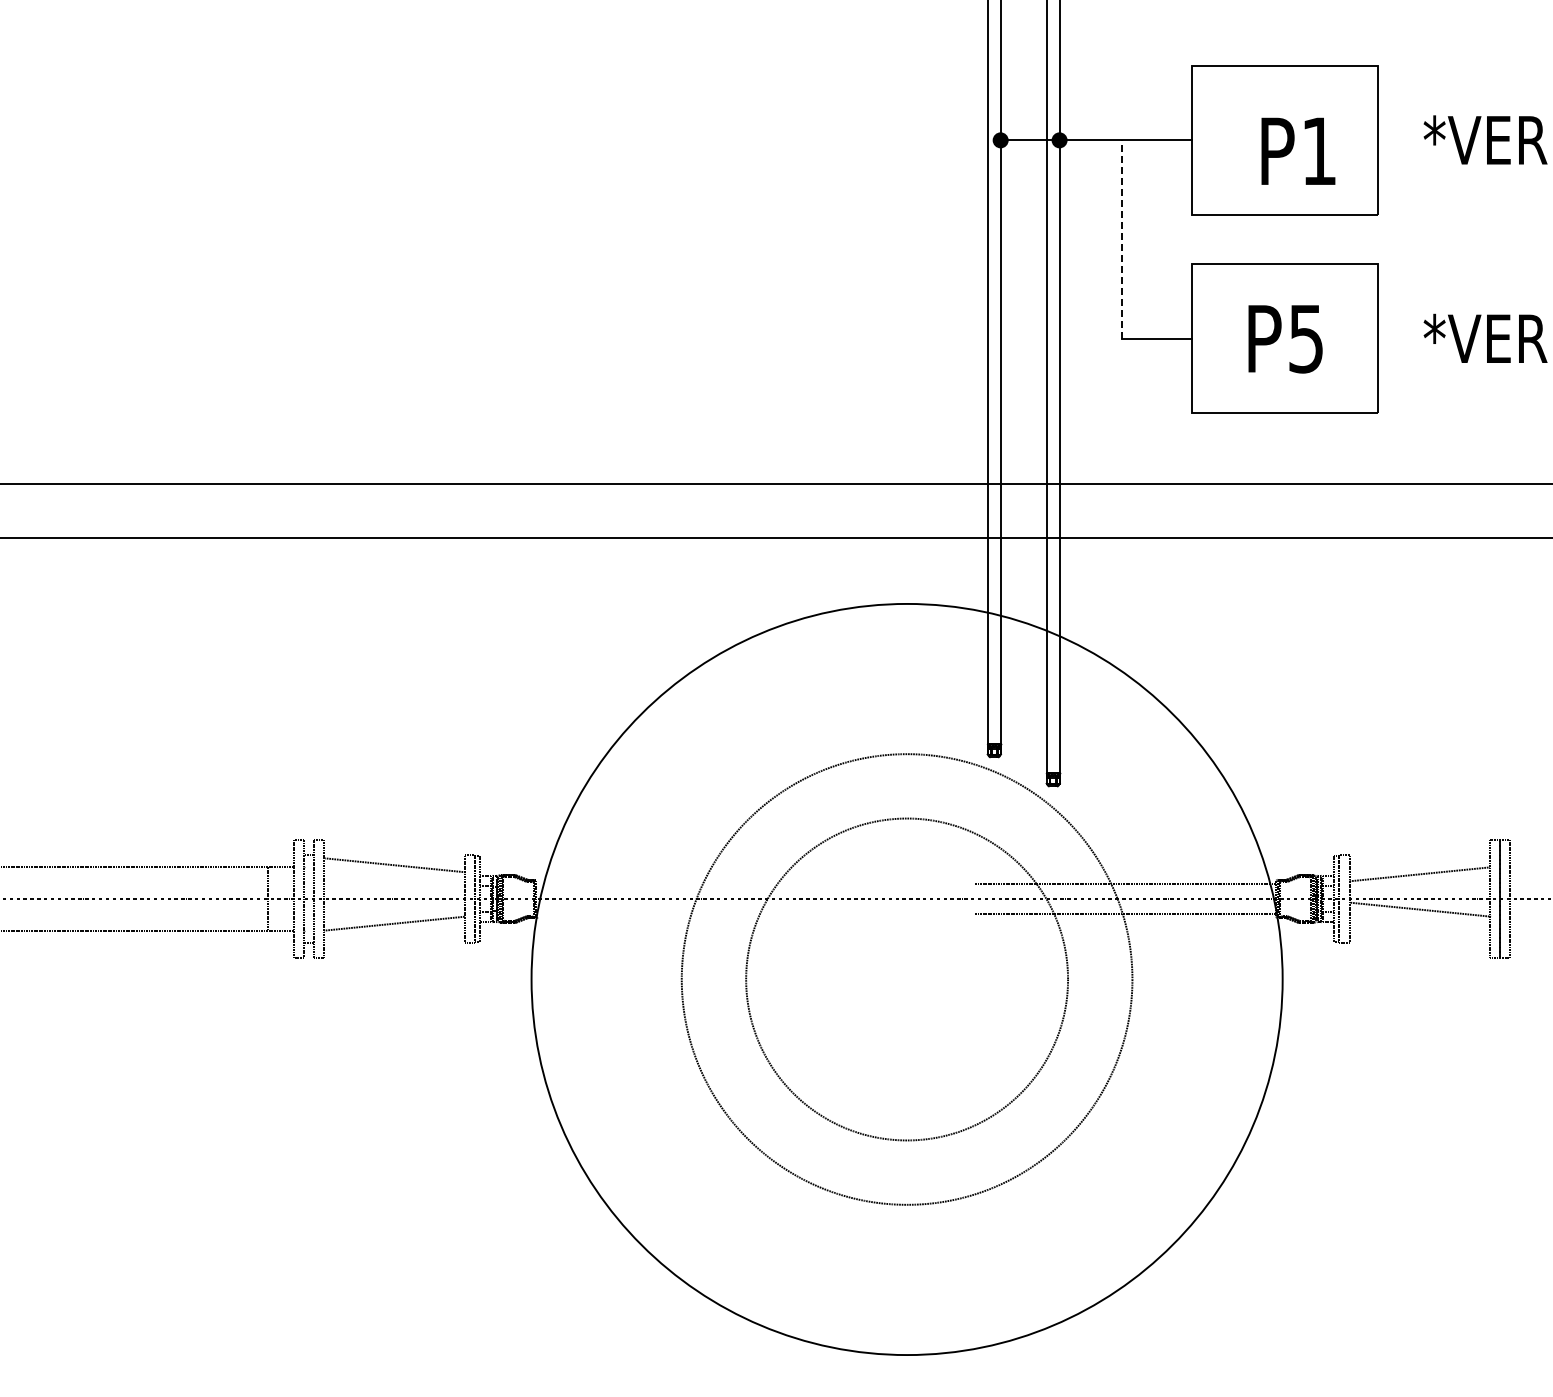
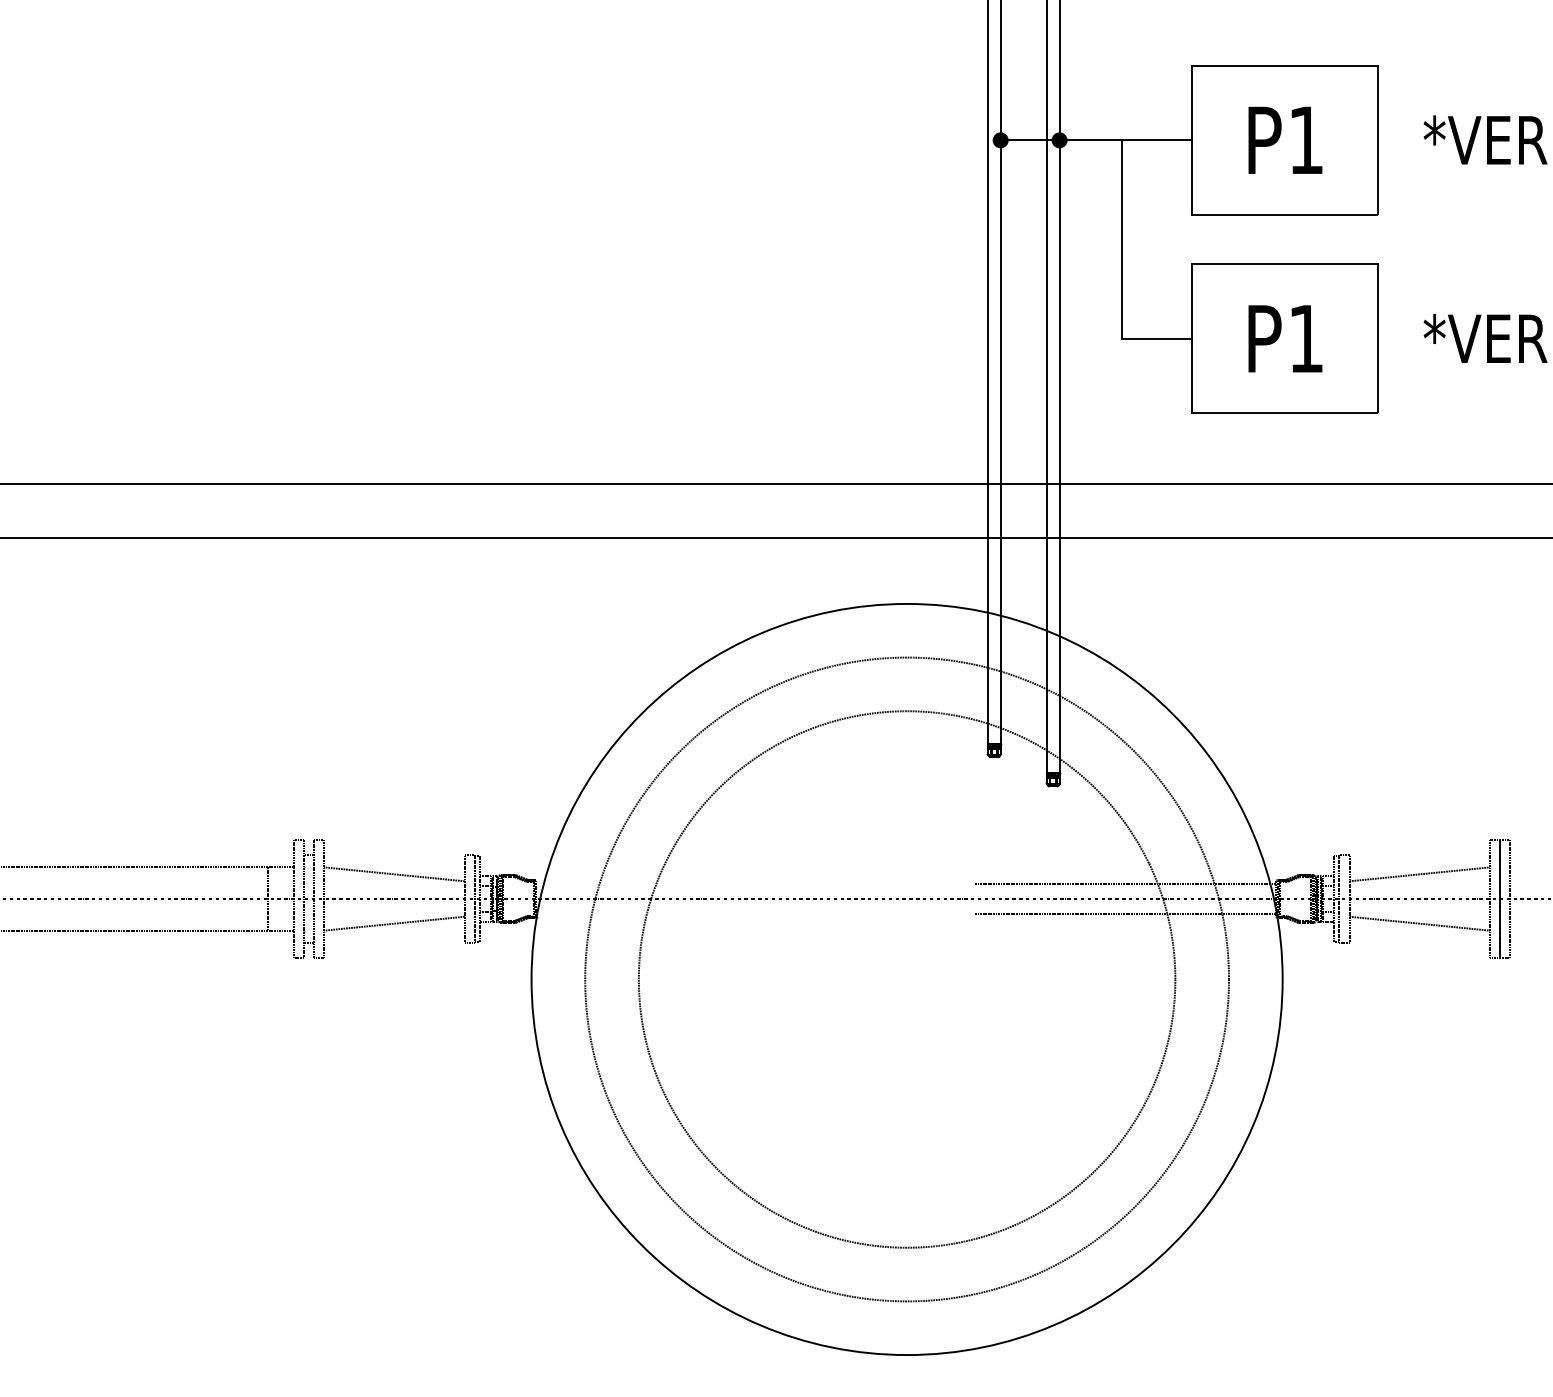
text at (1298, 150) position: (1298, 150) -> (1285, 139)
line at (1122, 239): dashed -> solid
text at (1305, 339): P5 -> P1
line at (395, 865) position: (395, 865) -> (394, 874)
line at (1420, 909) position: (1420, 909) -> (1419, 923)
circle at (906, 979) diameter: 451 px -> 644 px
circle at (907, 979) diameter: 322 px -> 536 px
